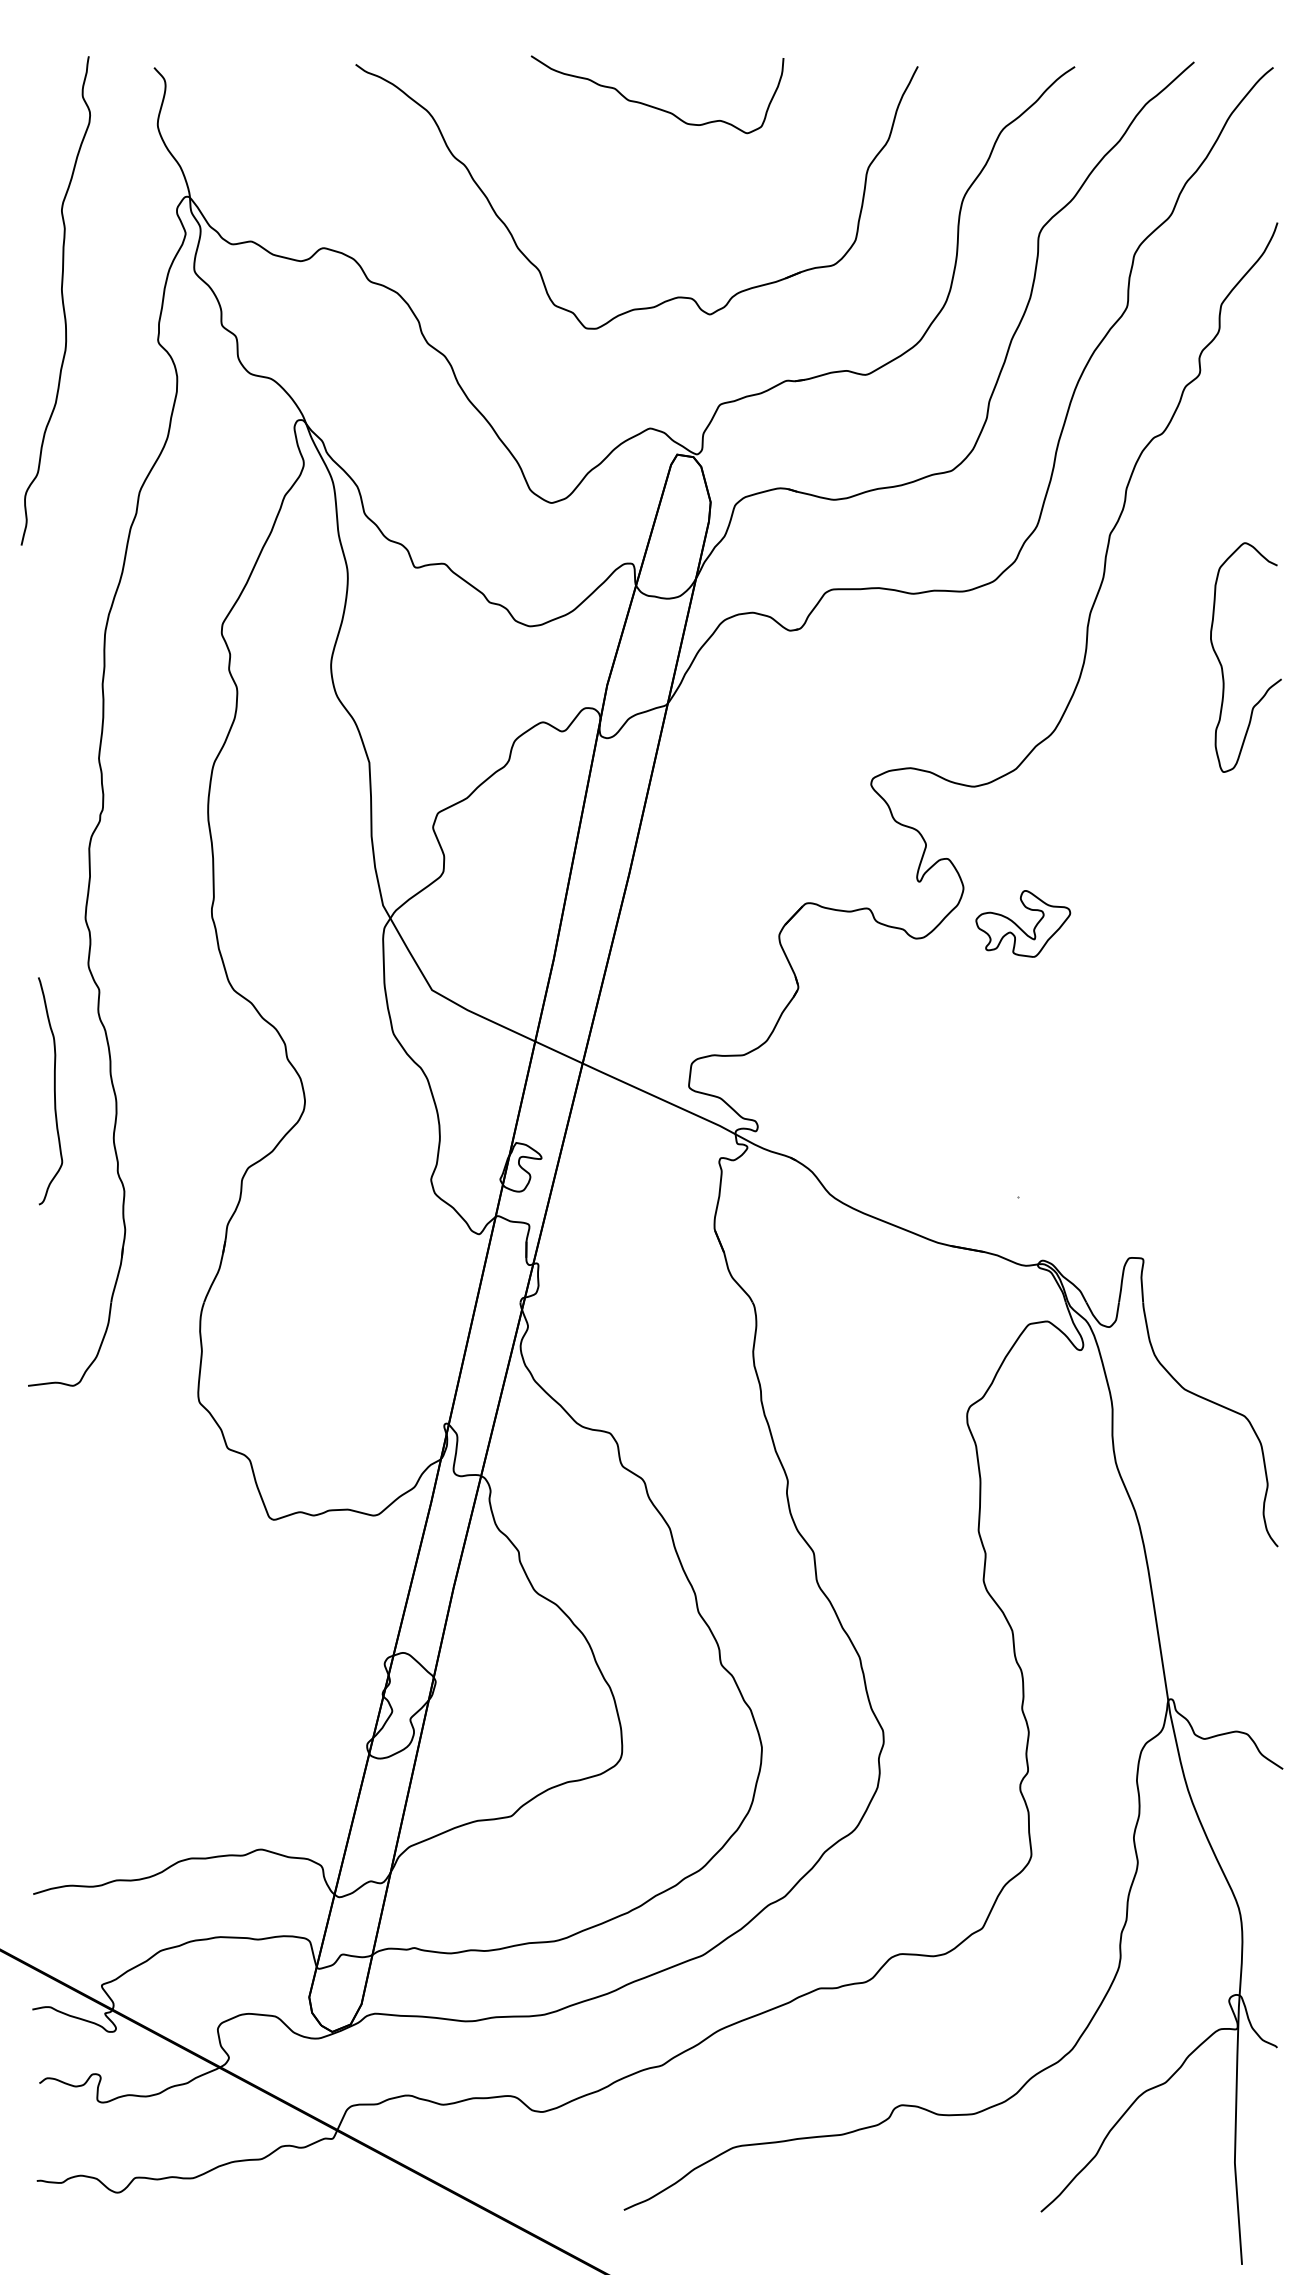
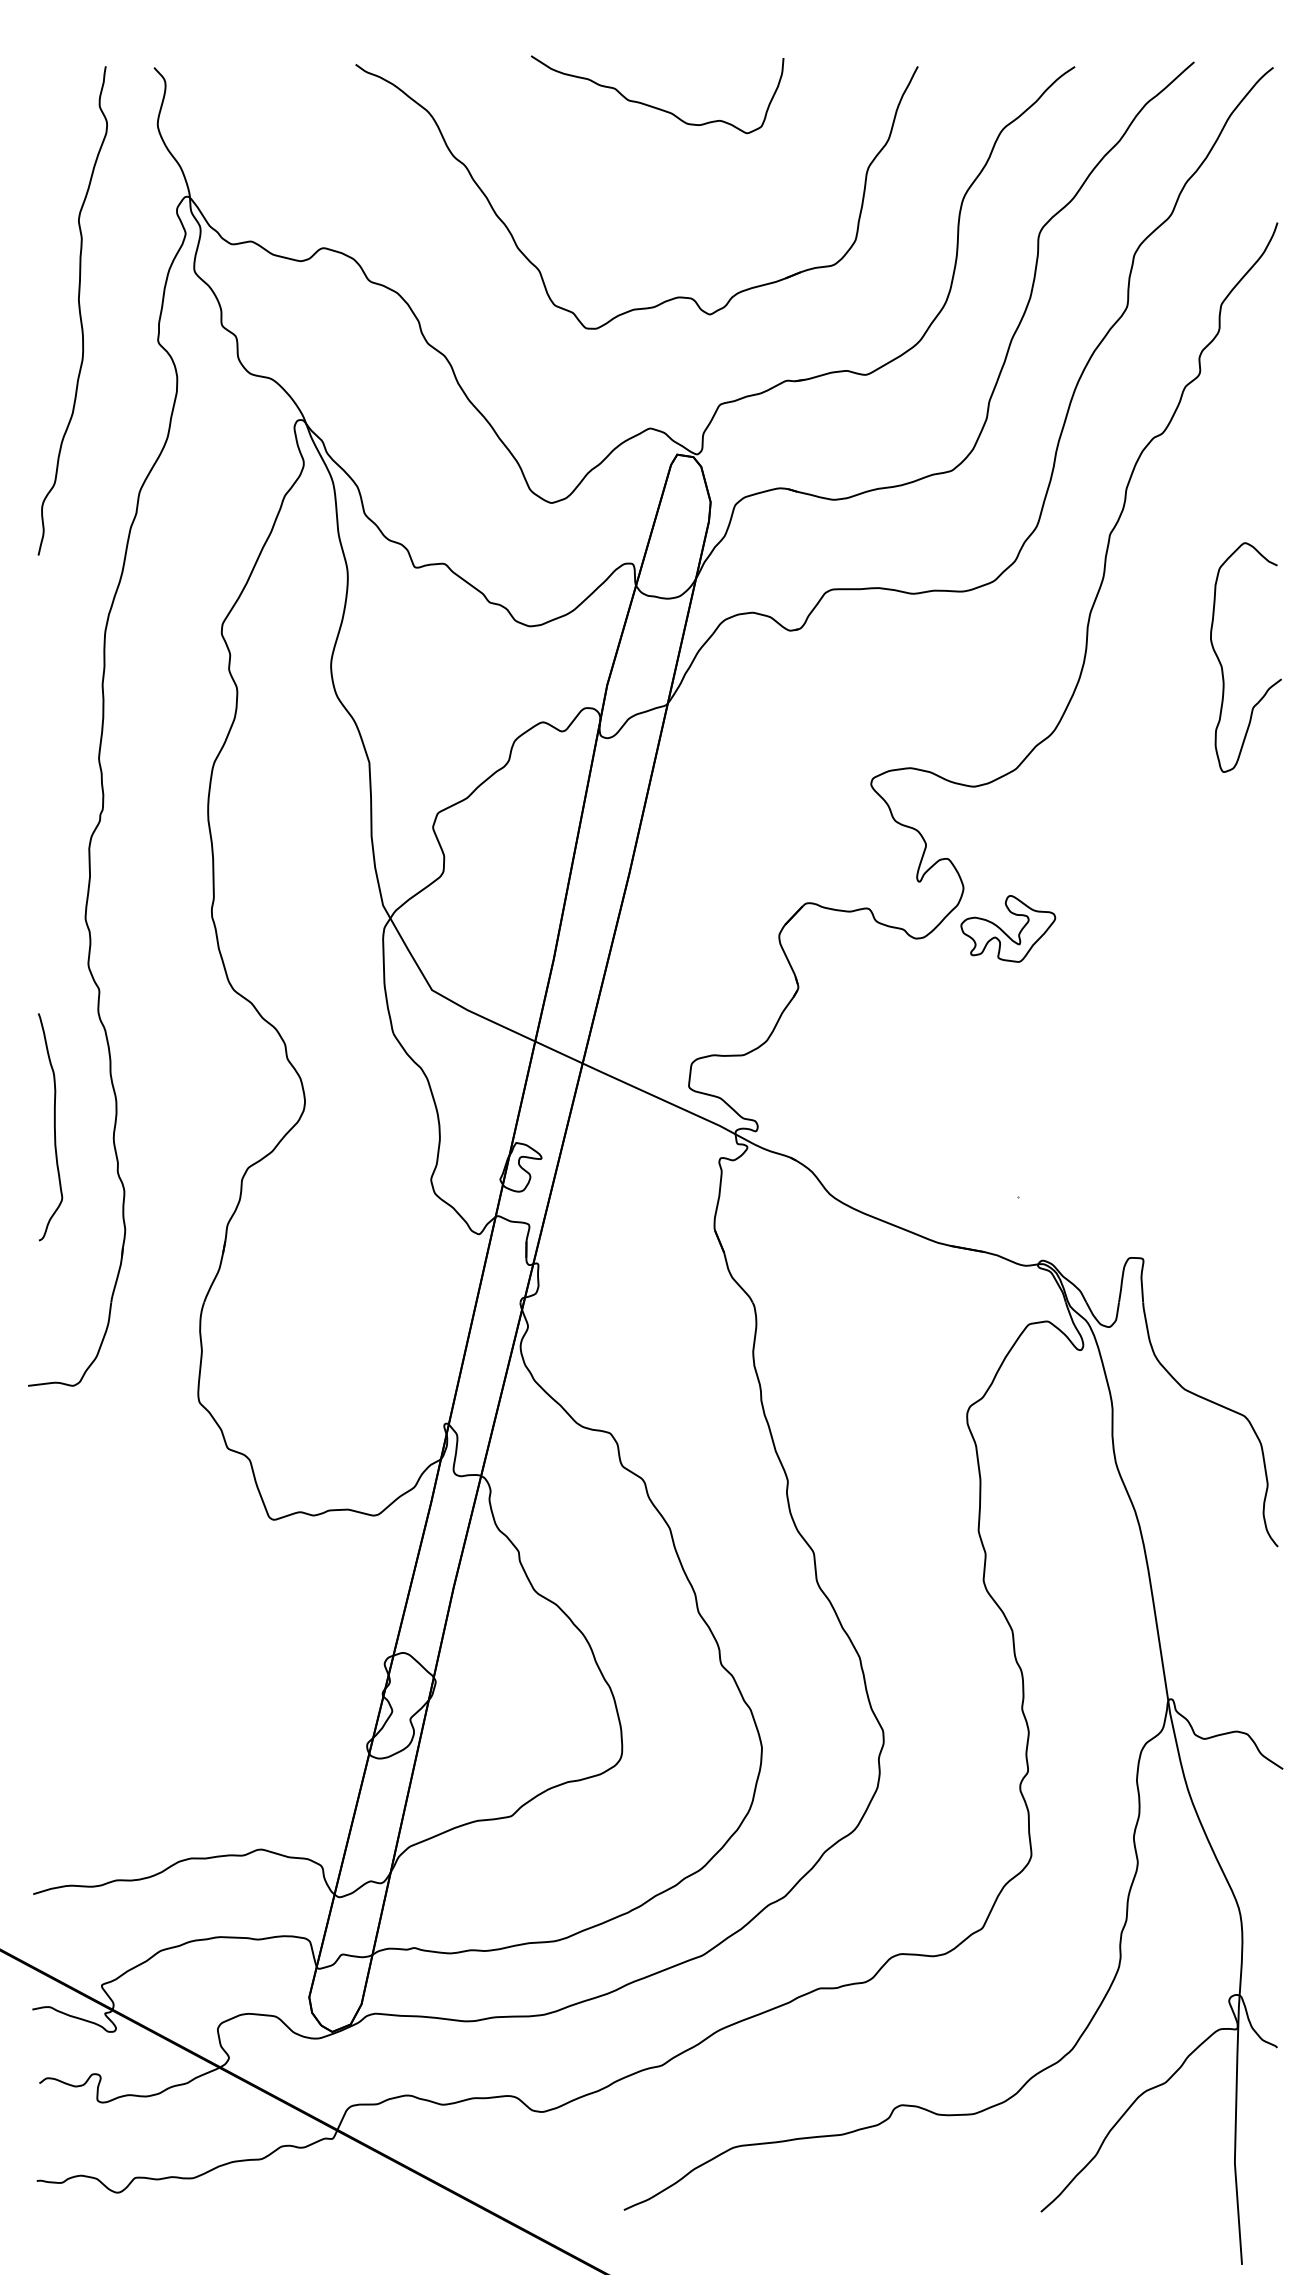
curve at (61, 300) position: (61, 300) -> (78, 310)
part at (1023, 923) position: (1023, 923) -> (1008, 928)
curve at (53, 1089) position: (53, 1089) -> (53, 1125)
